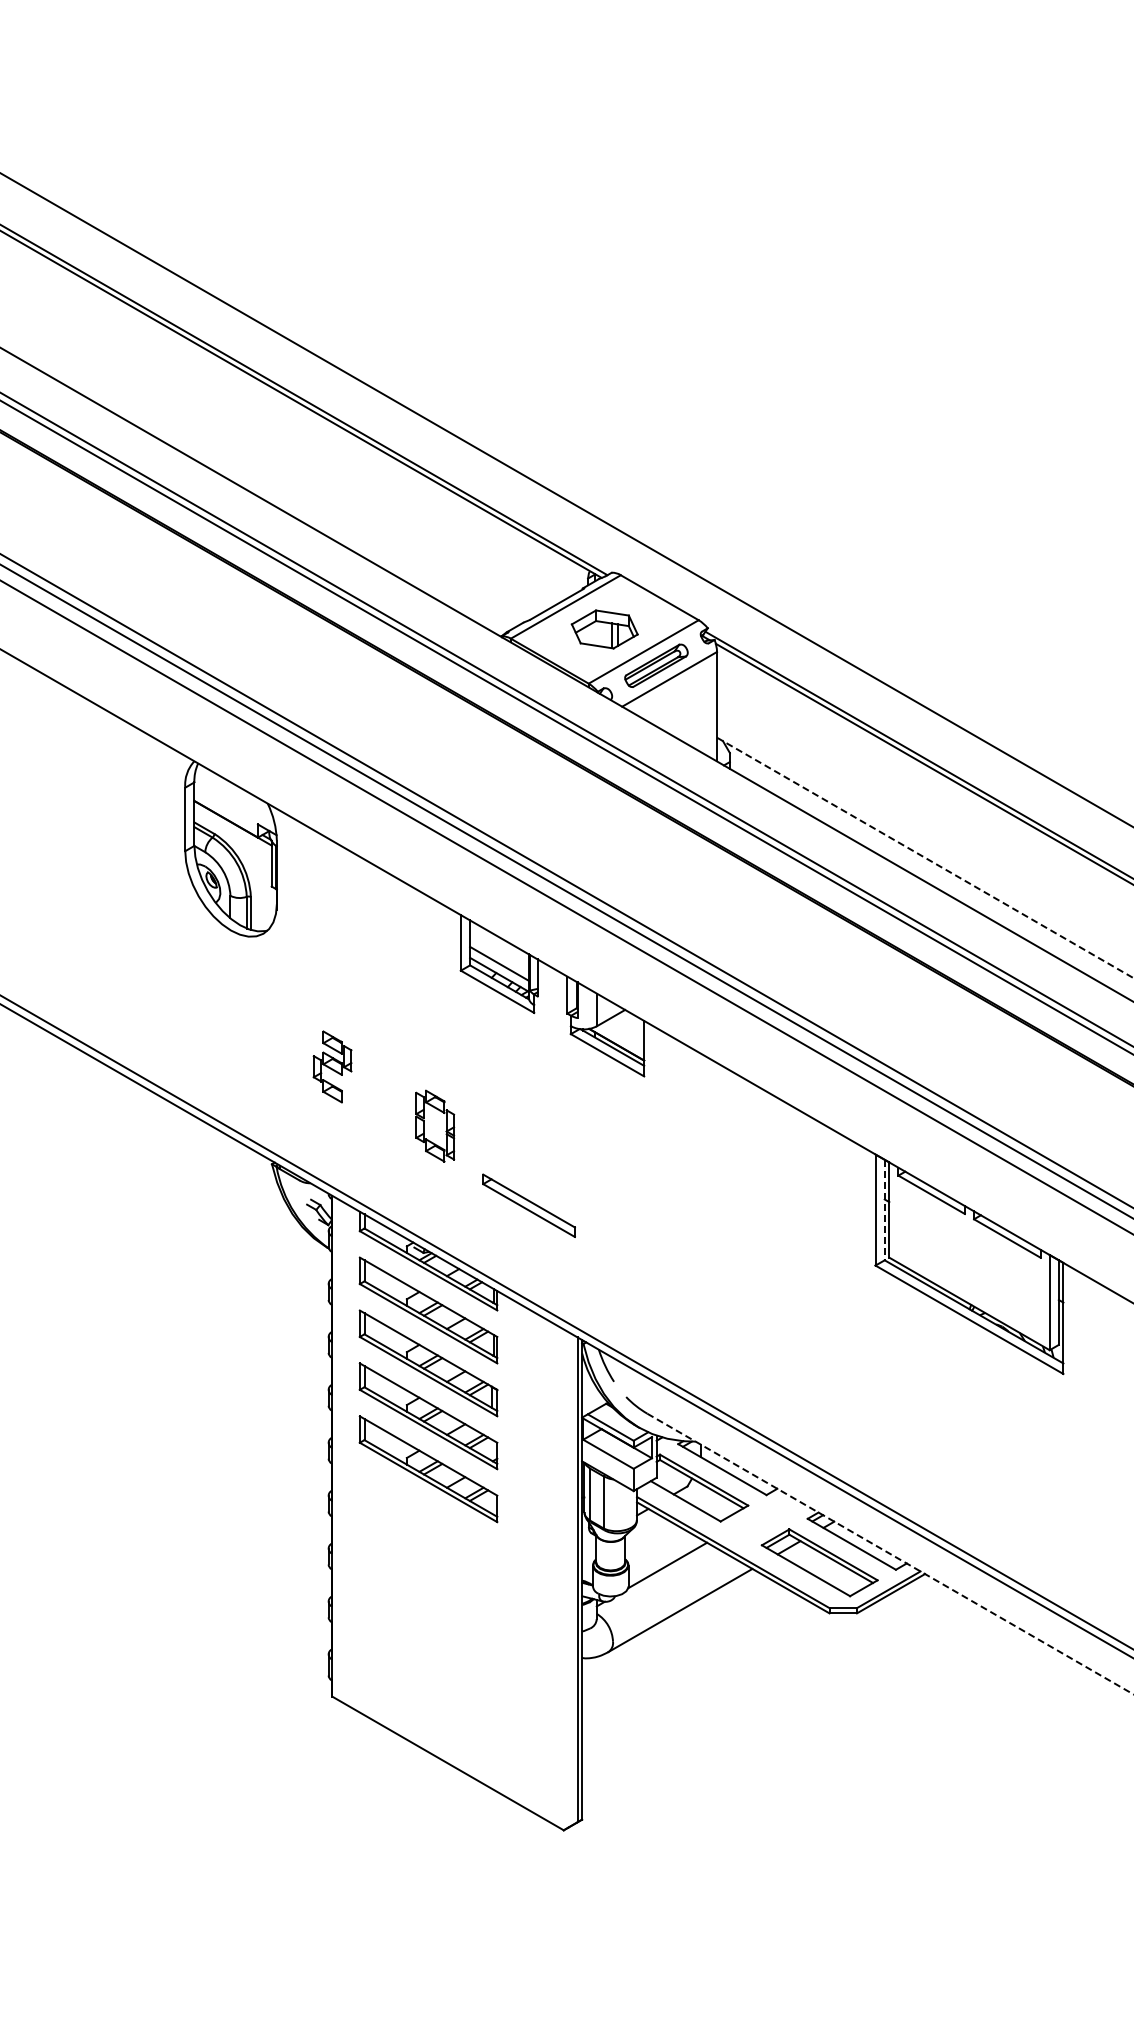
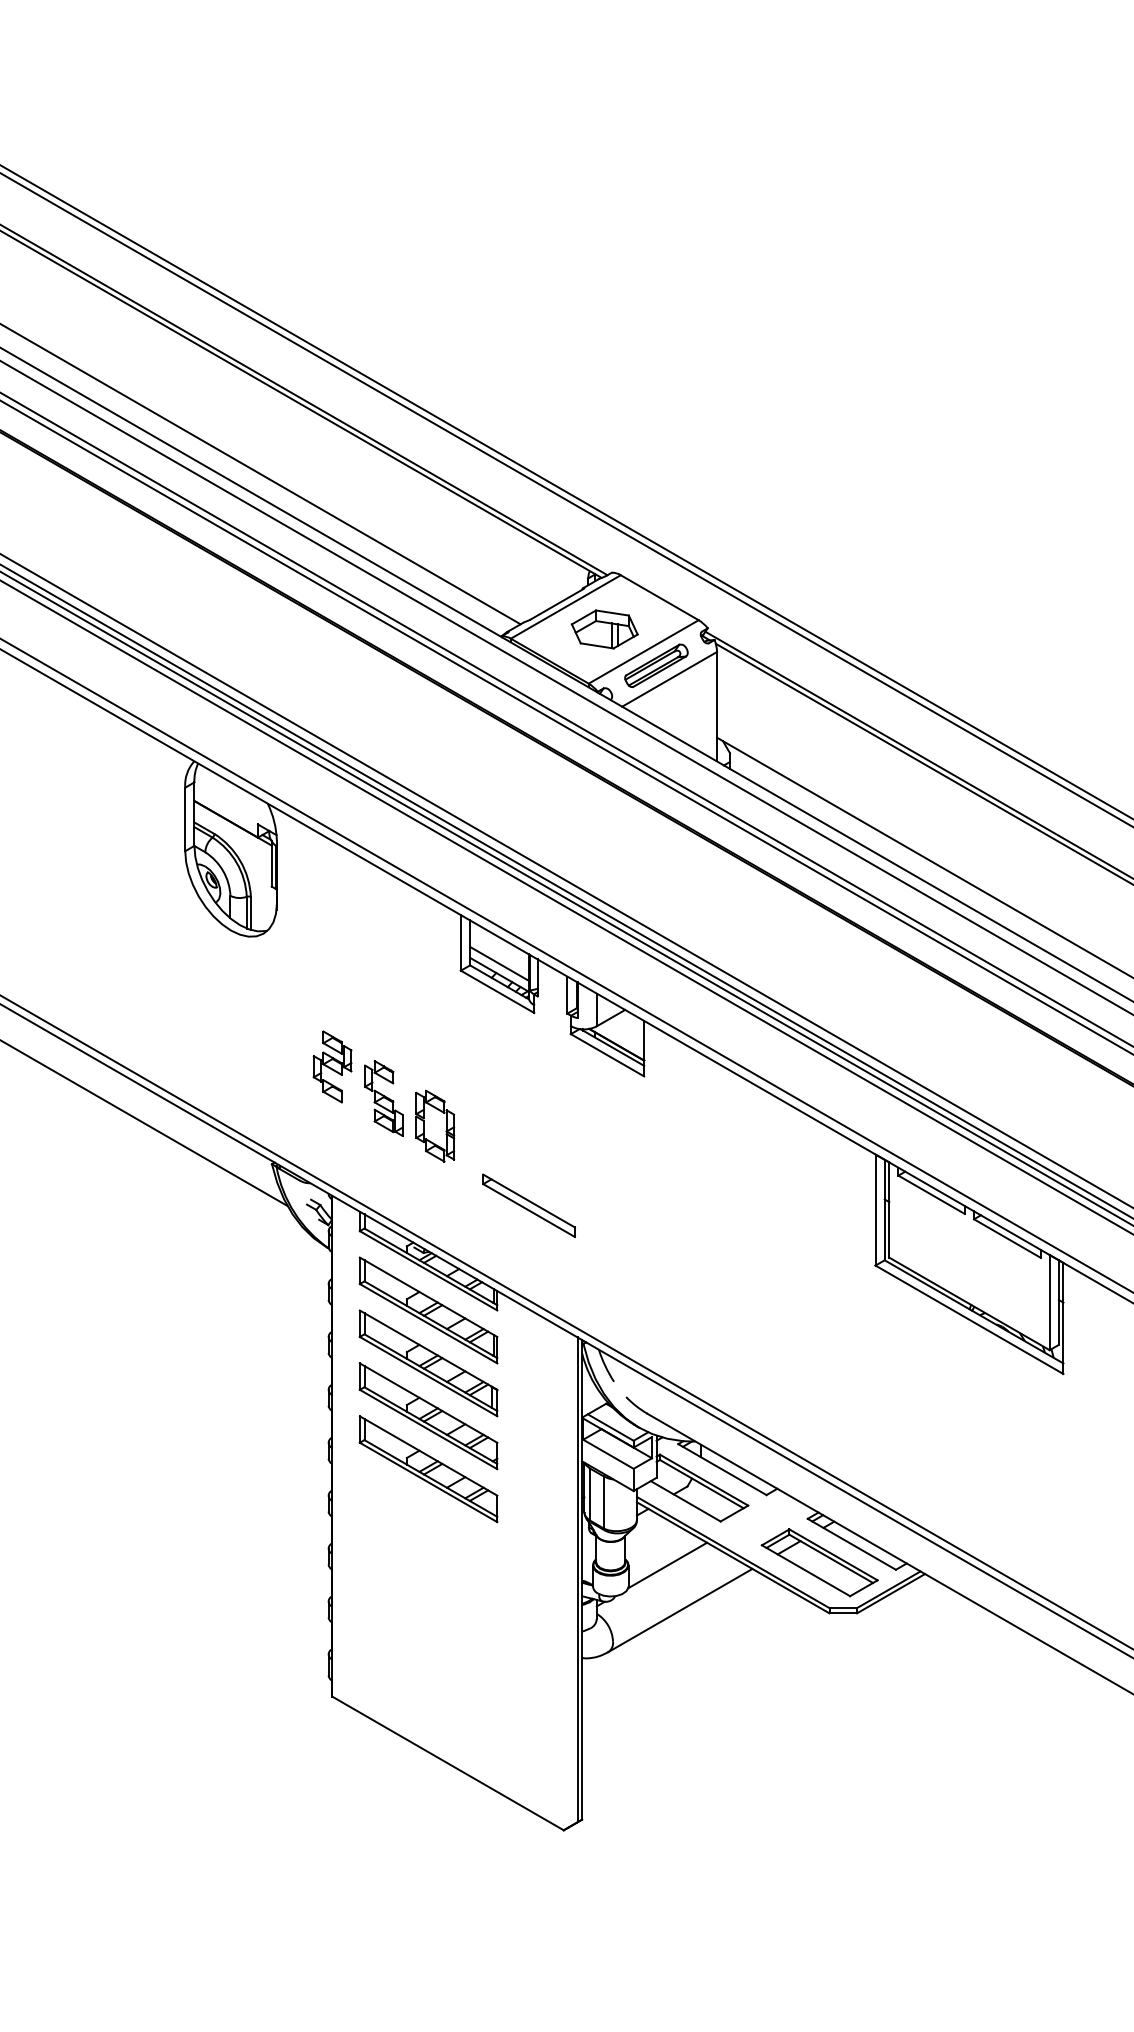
line at (261, 474): none -> present
line at (566, 491): none -> present
line at (566, 687): none -> present
line at (925, 858): dashed -> solid
line at (566, 898): none -> present
line at (566, 965): none -> present
part at (383, 1098): none -> present
line at (144, 1123): none -> present
line at (884, 1210): dashed -> solid
line at (890, 1554): dashed -> solid
